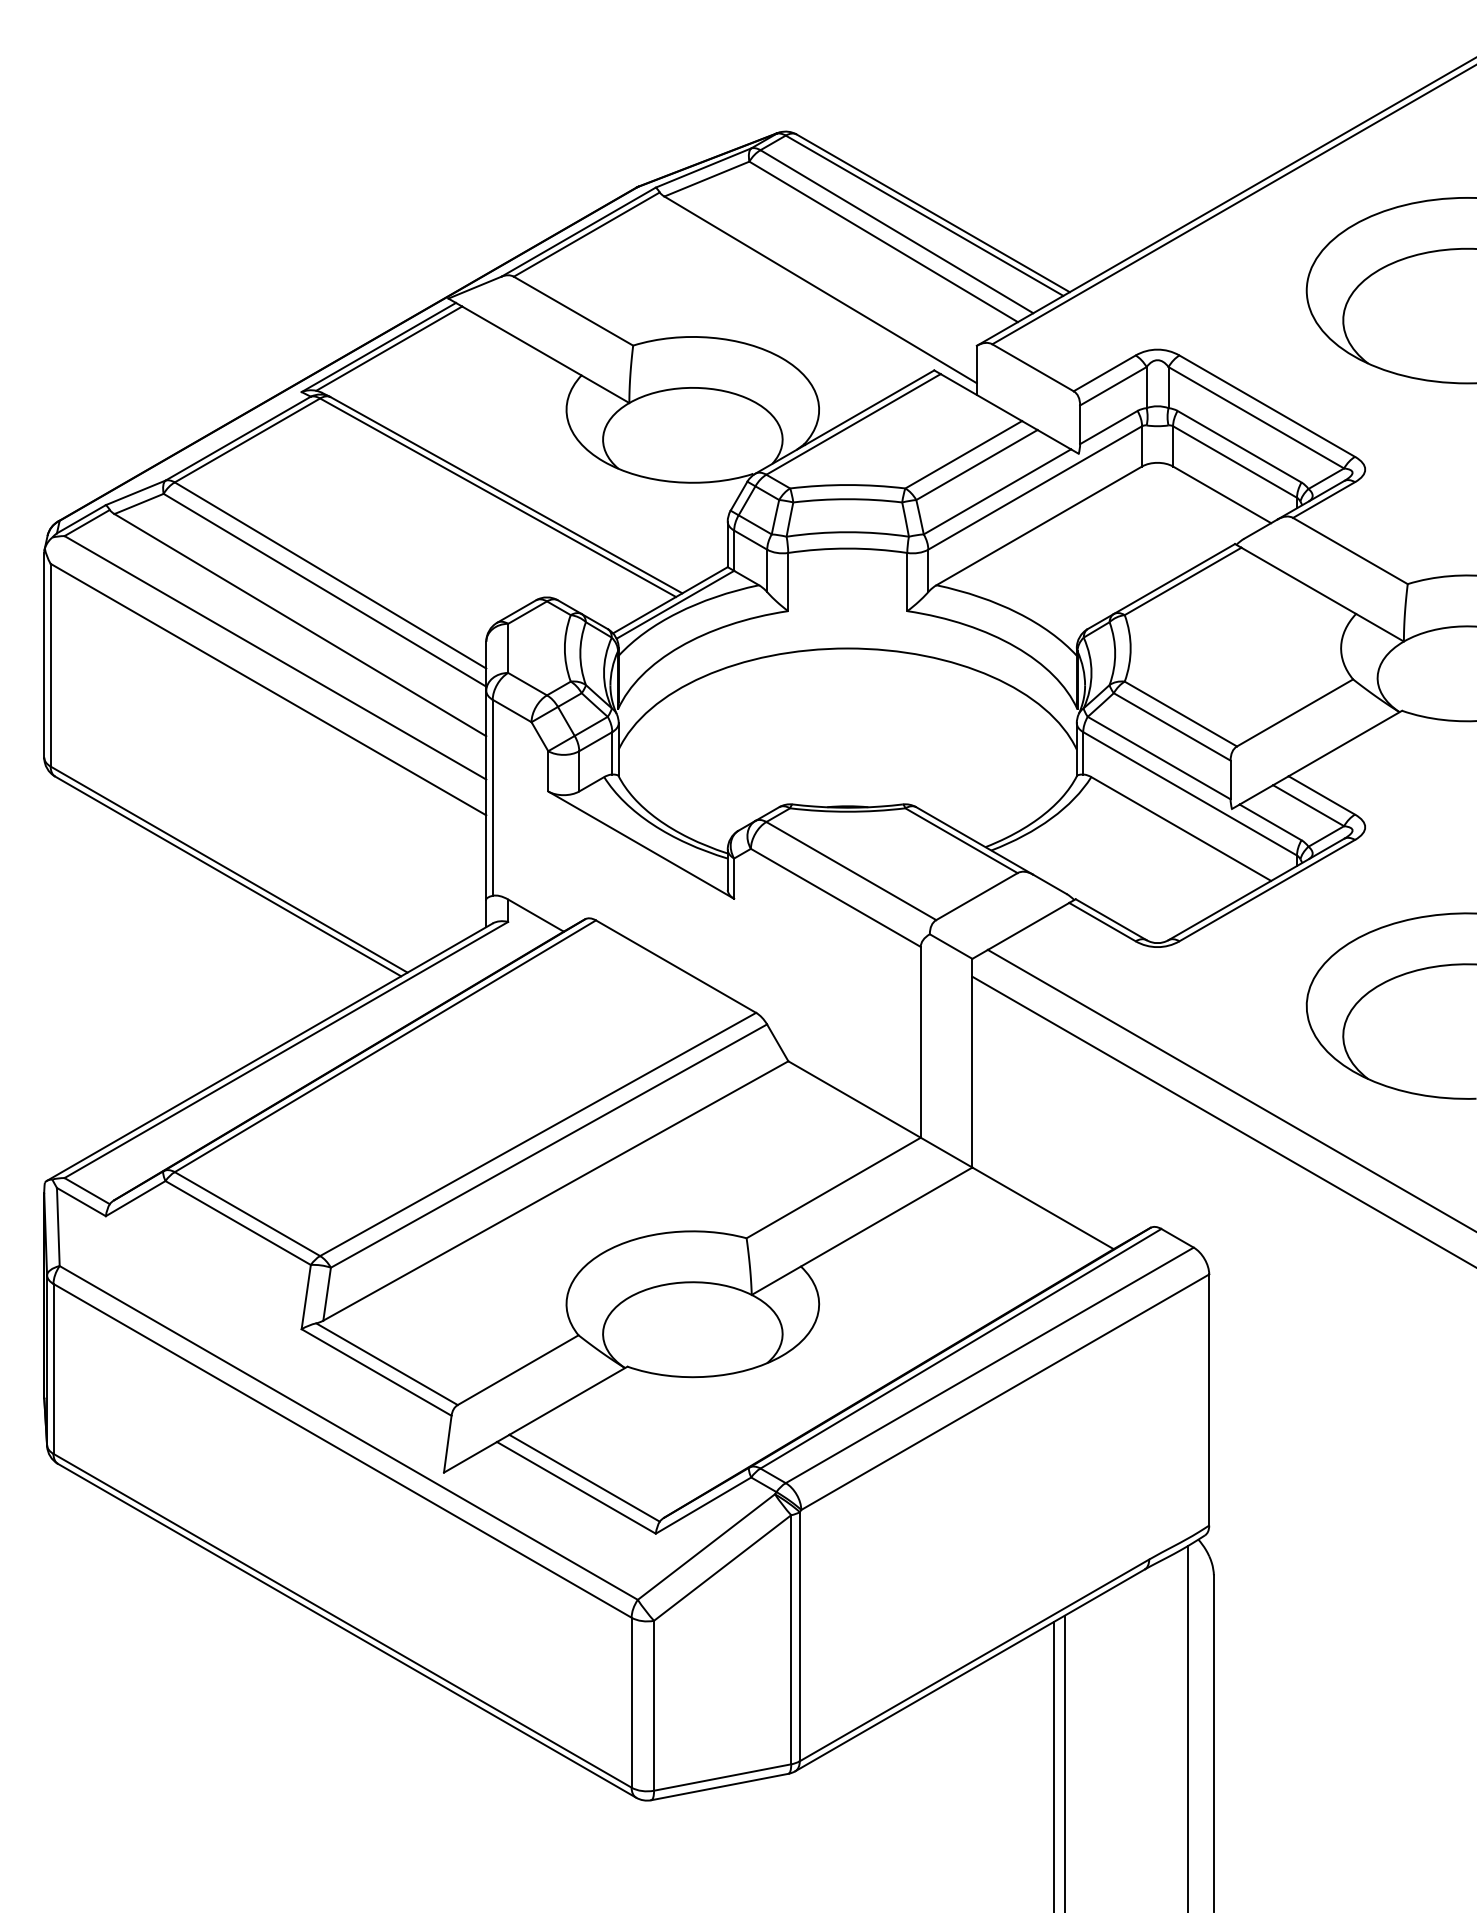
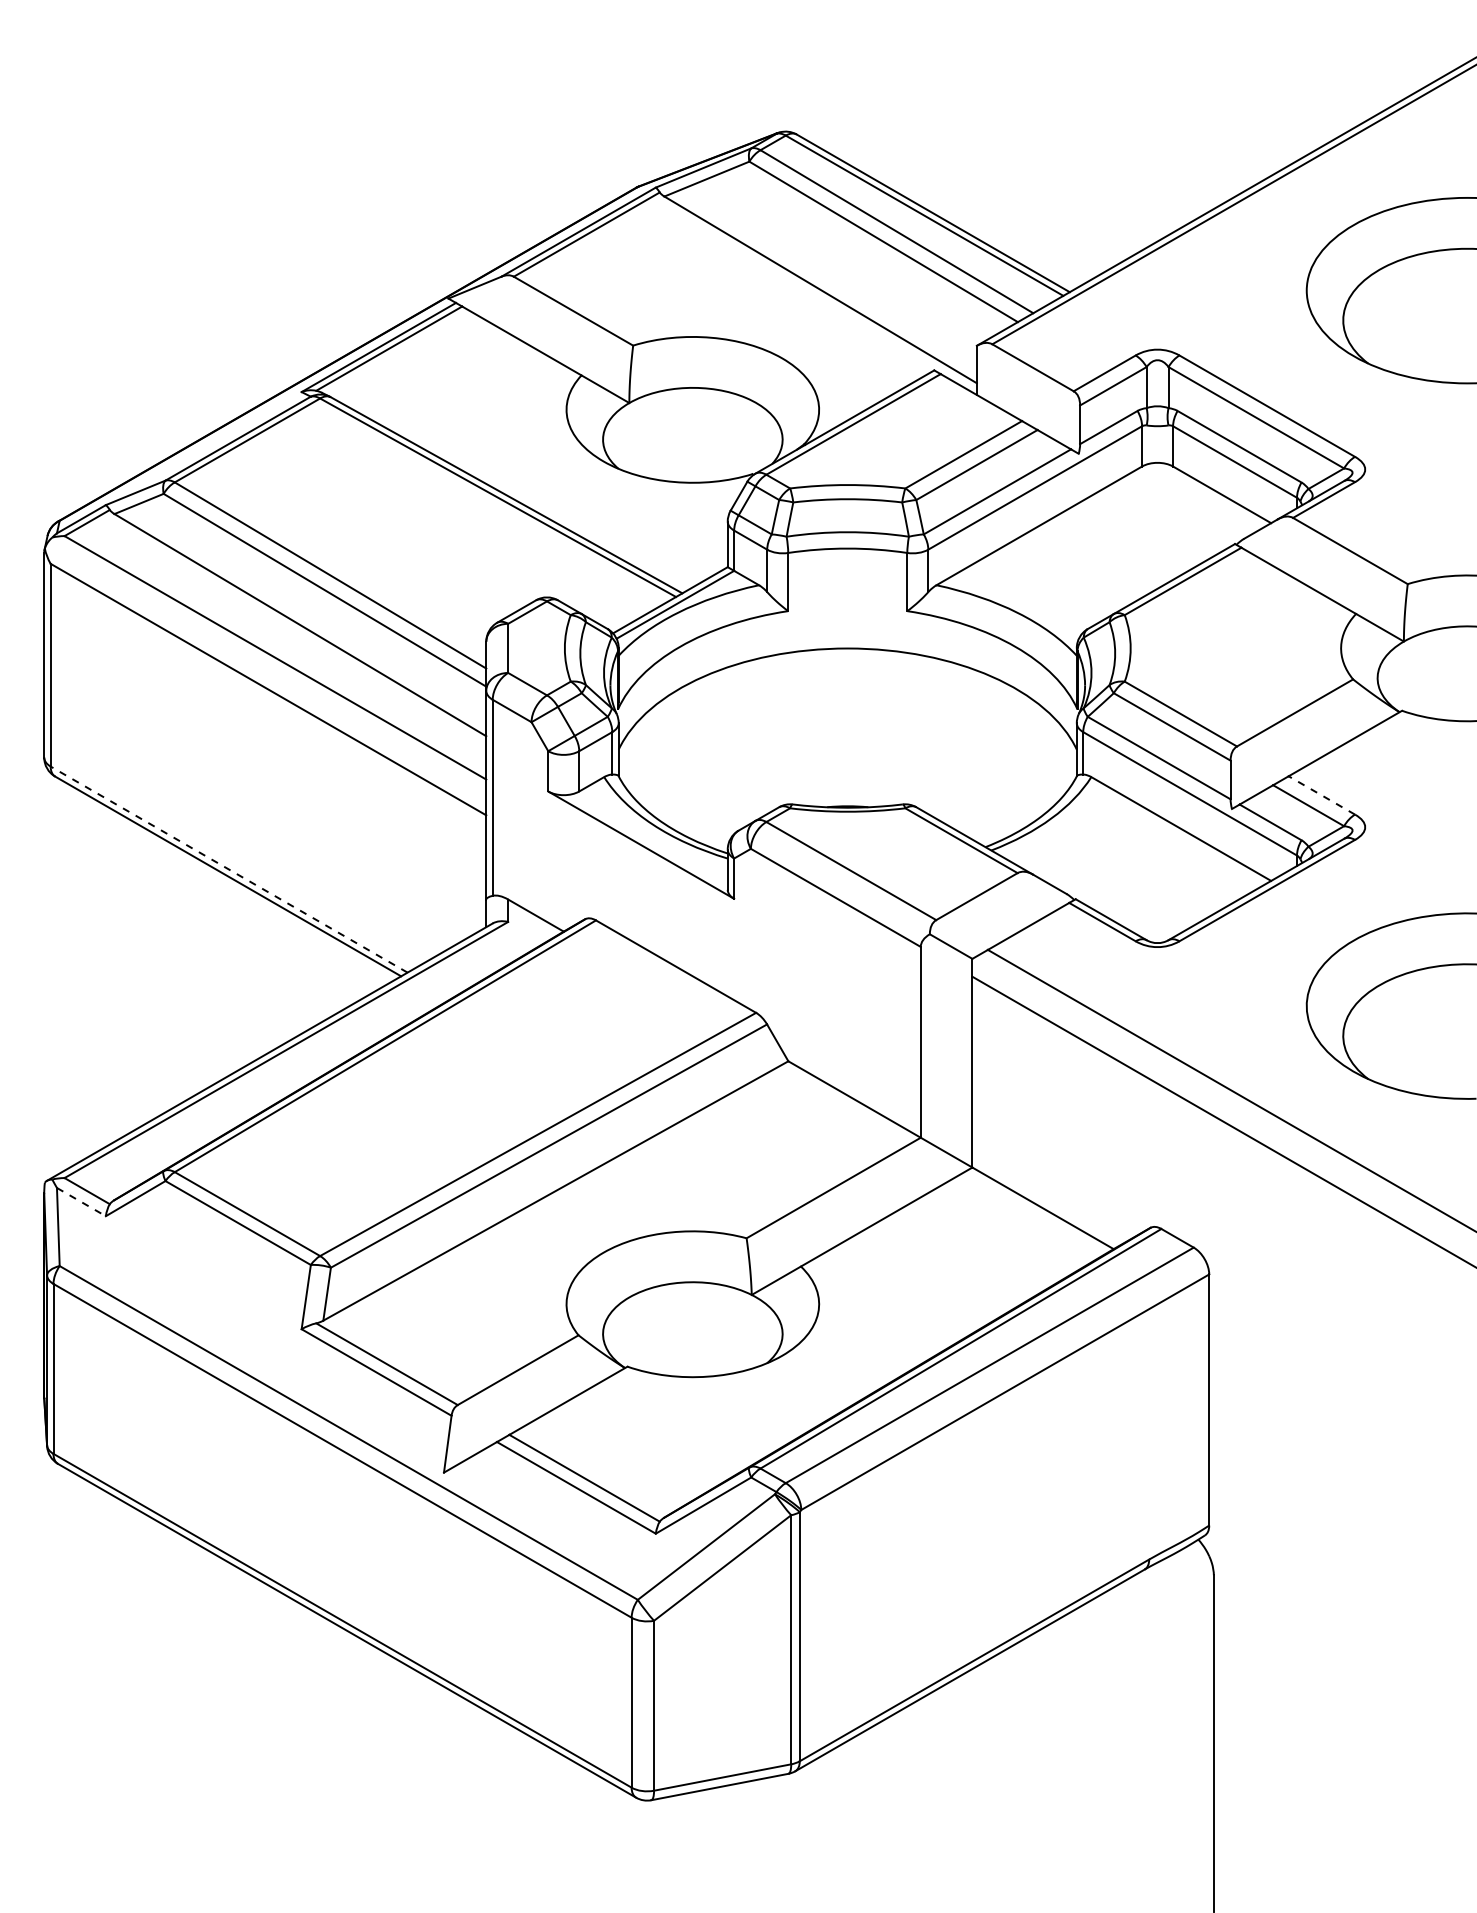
line at (1321, 795): solid -> dashed
line at (228, 869): solid -> dashed
line at (81, 1202): solid -> dashed
line at (1187, 1727): present -> none
line at (1065, 1762): present -> none
line at (1054, 1765): present -> none
